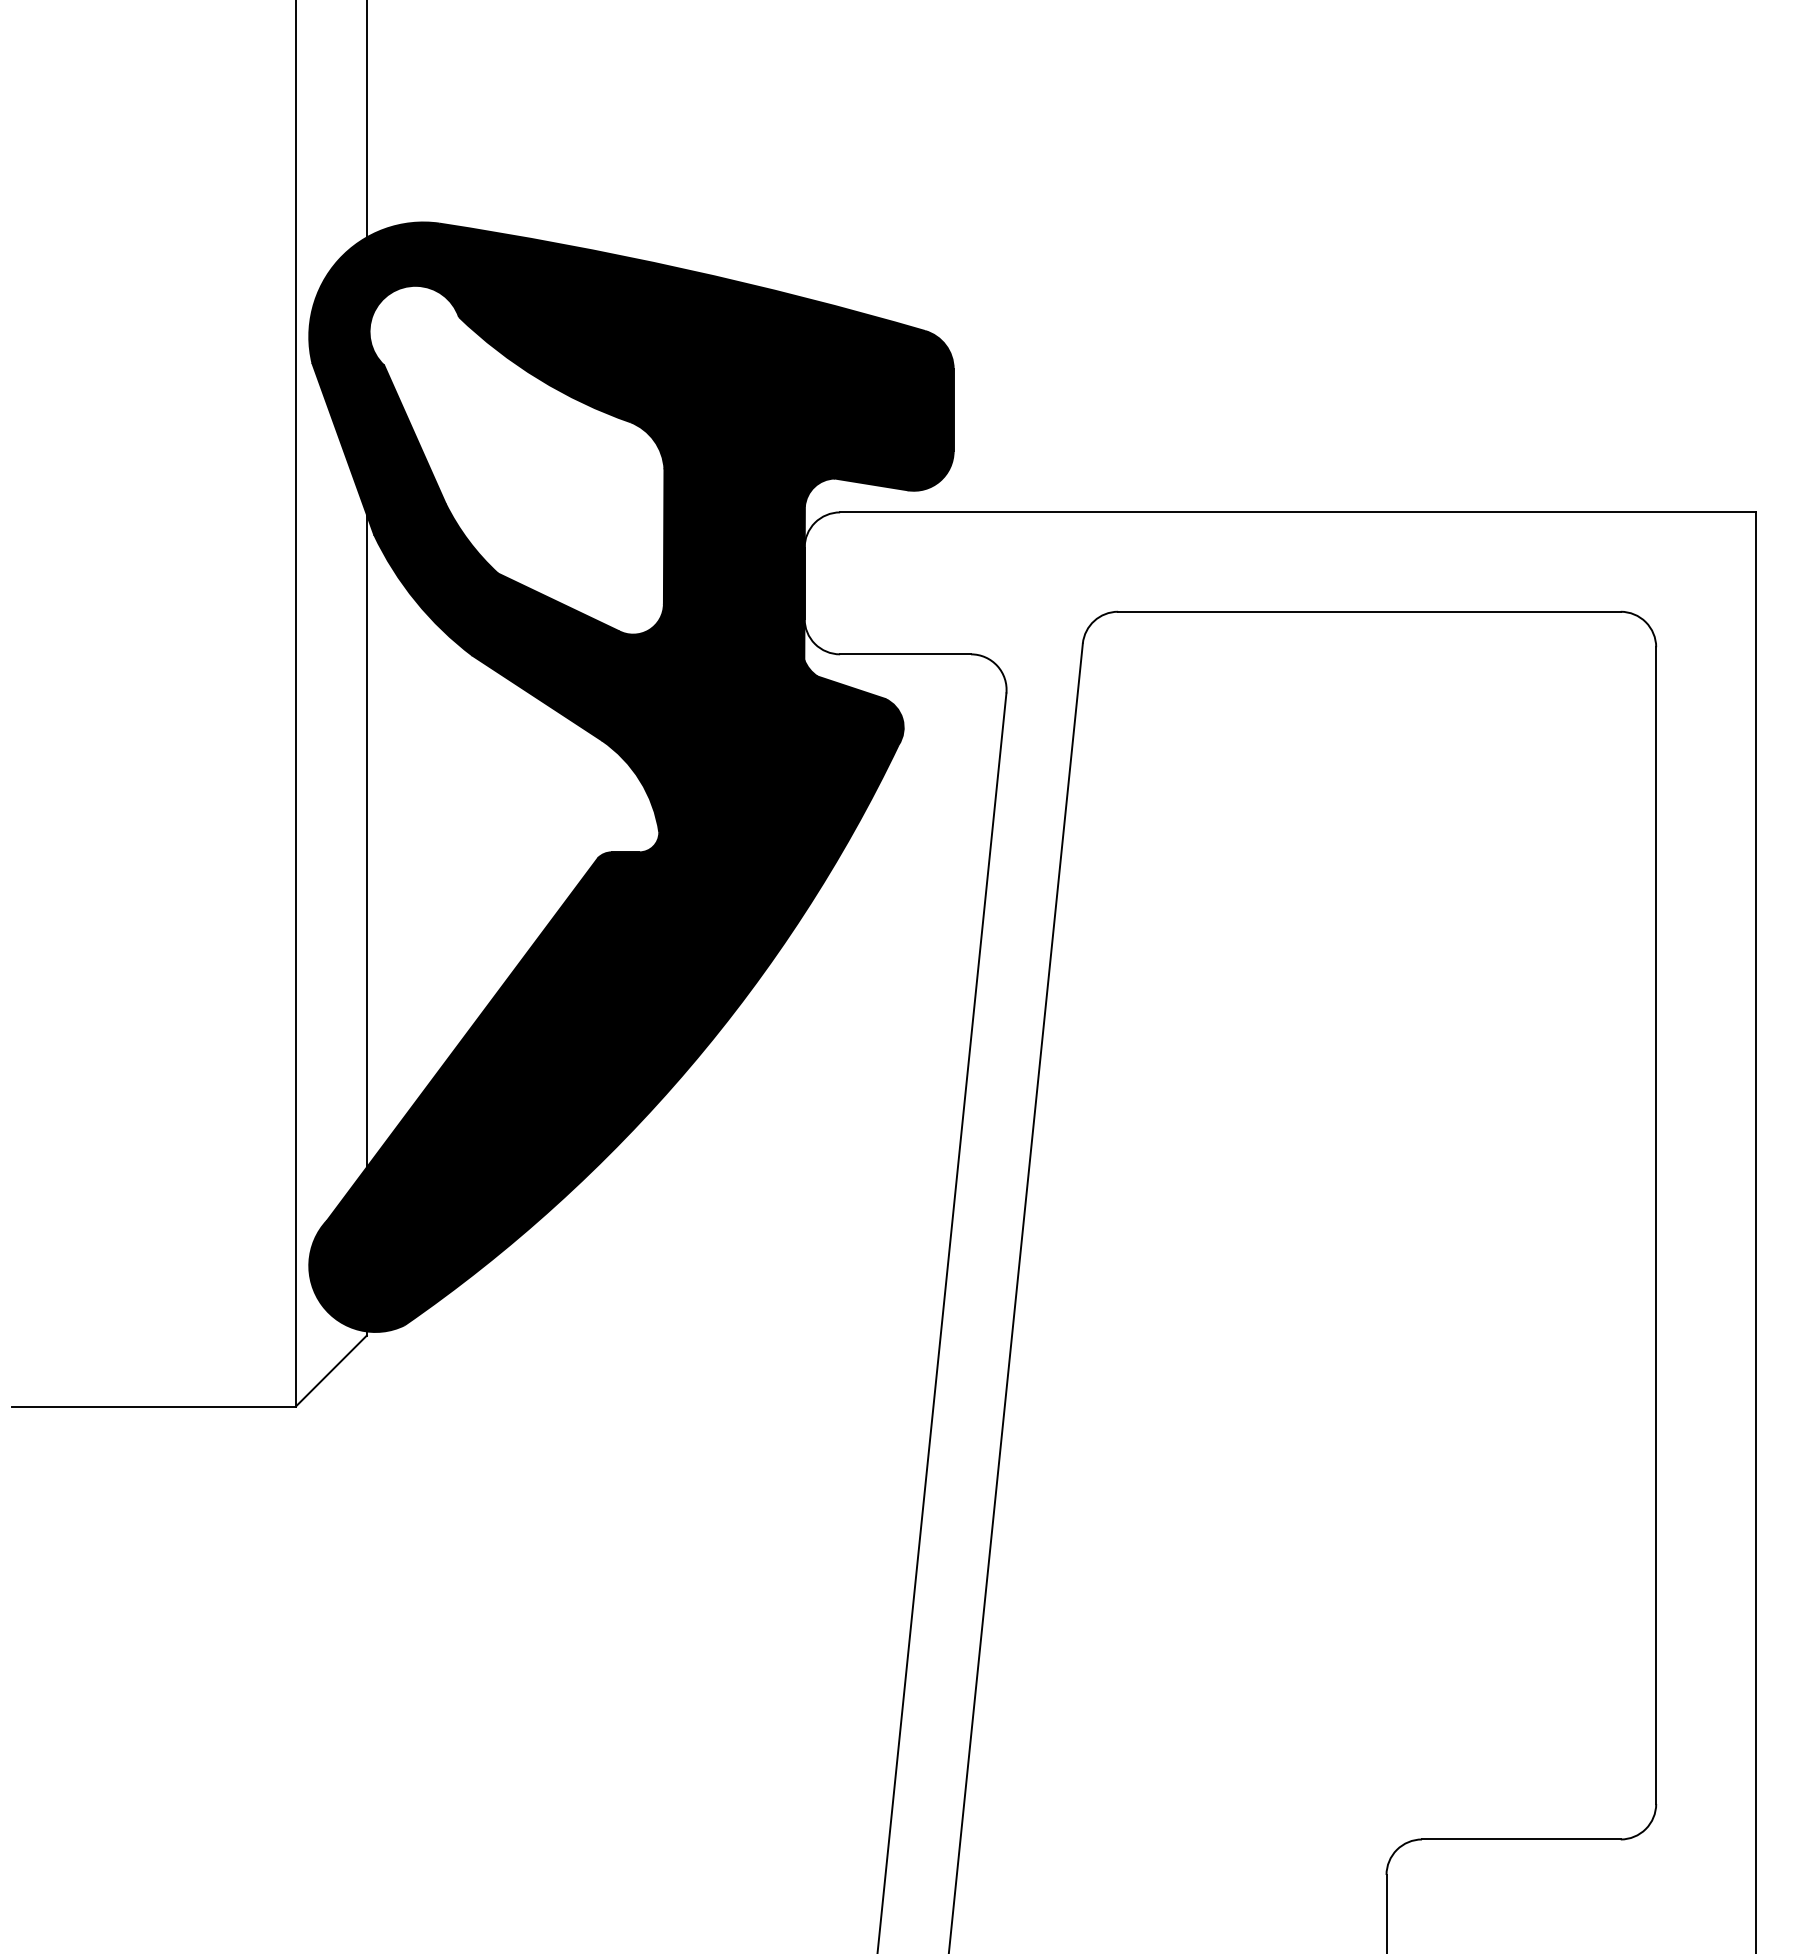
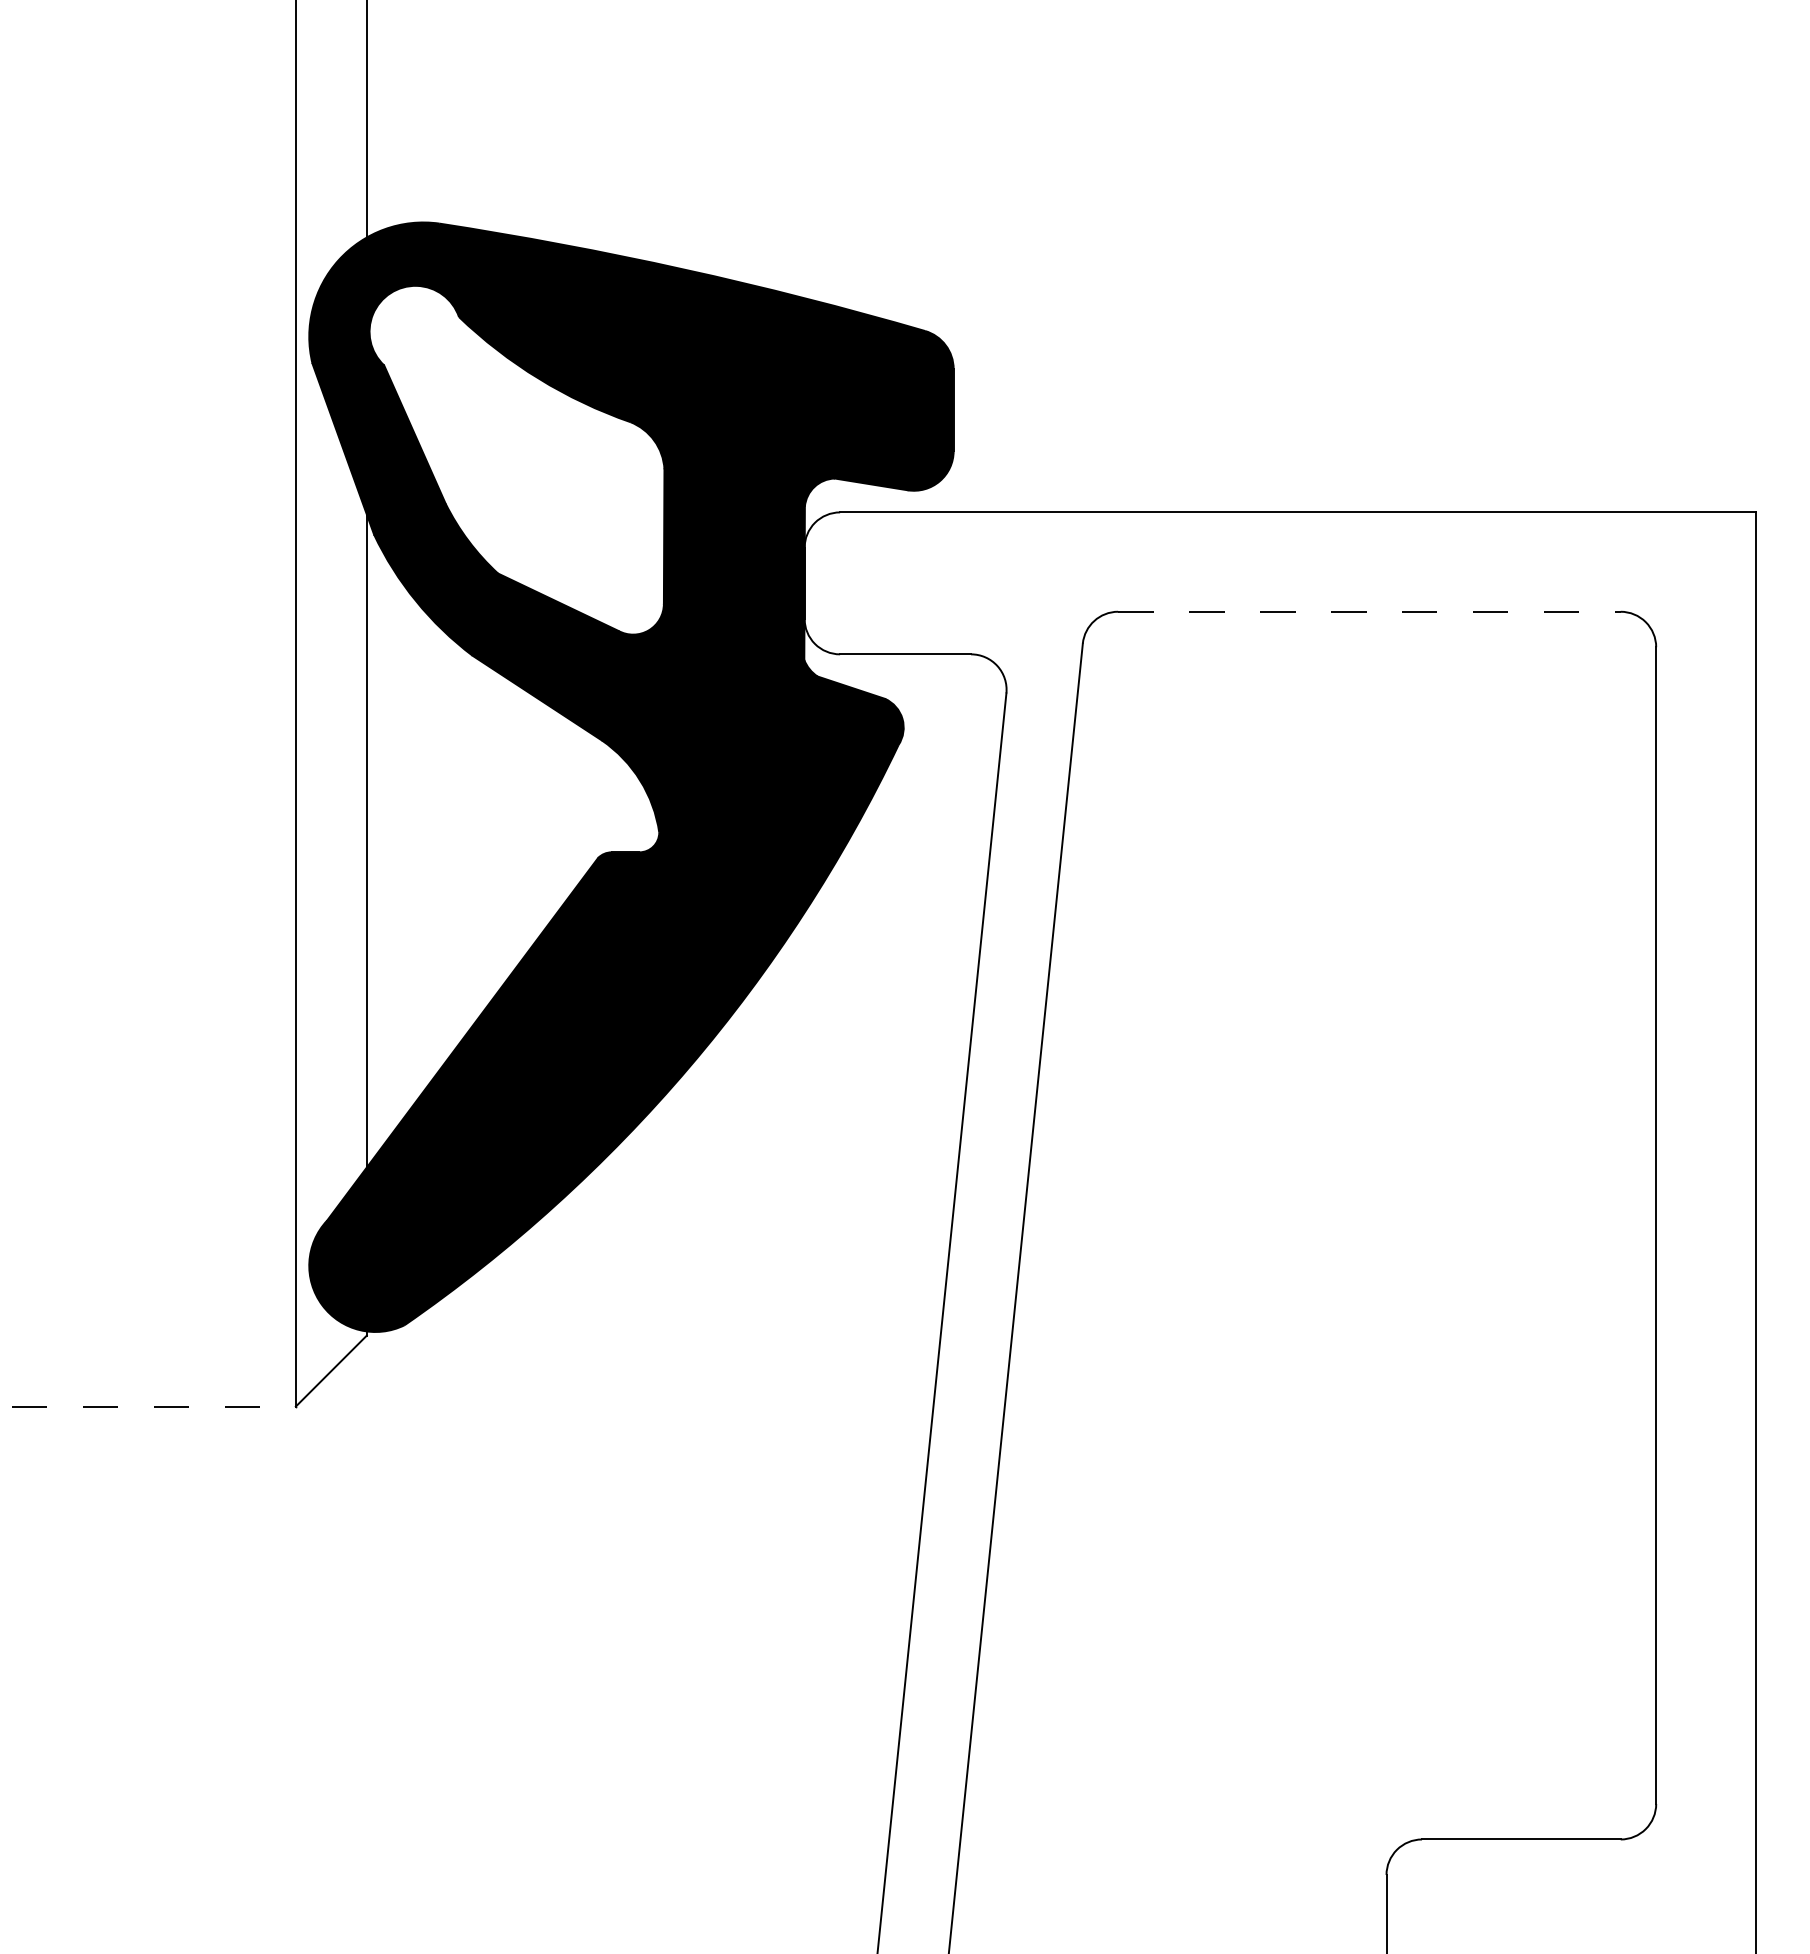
line at (1369, 611): solid -> dashed
line at (153, 1406): solid -> dashed
